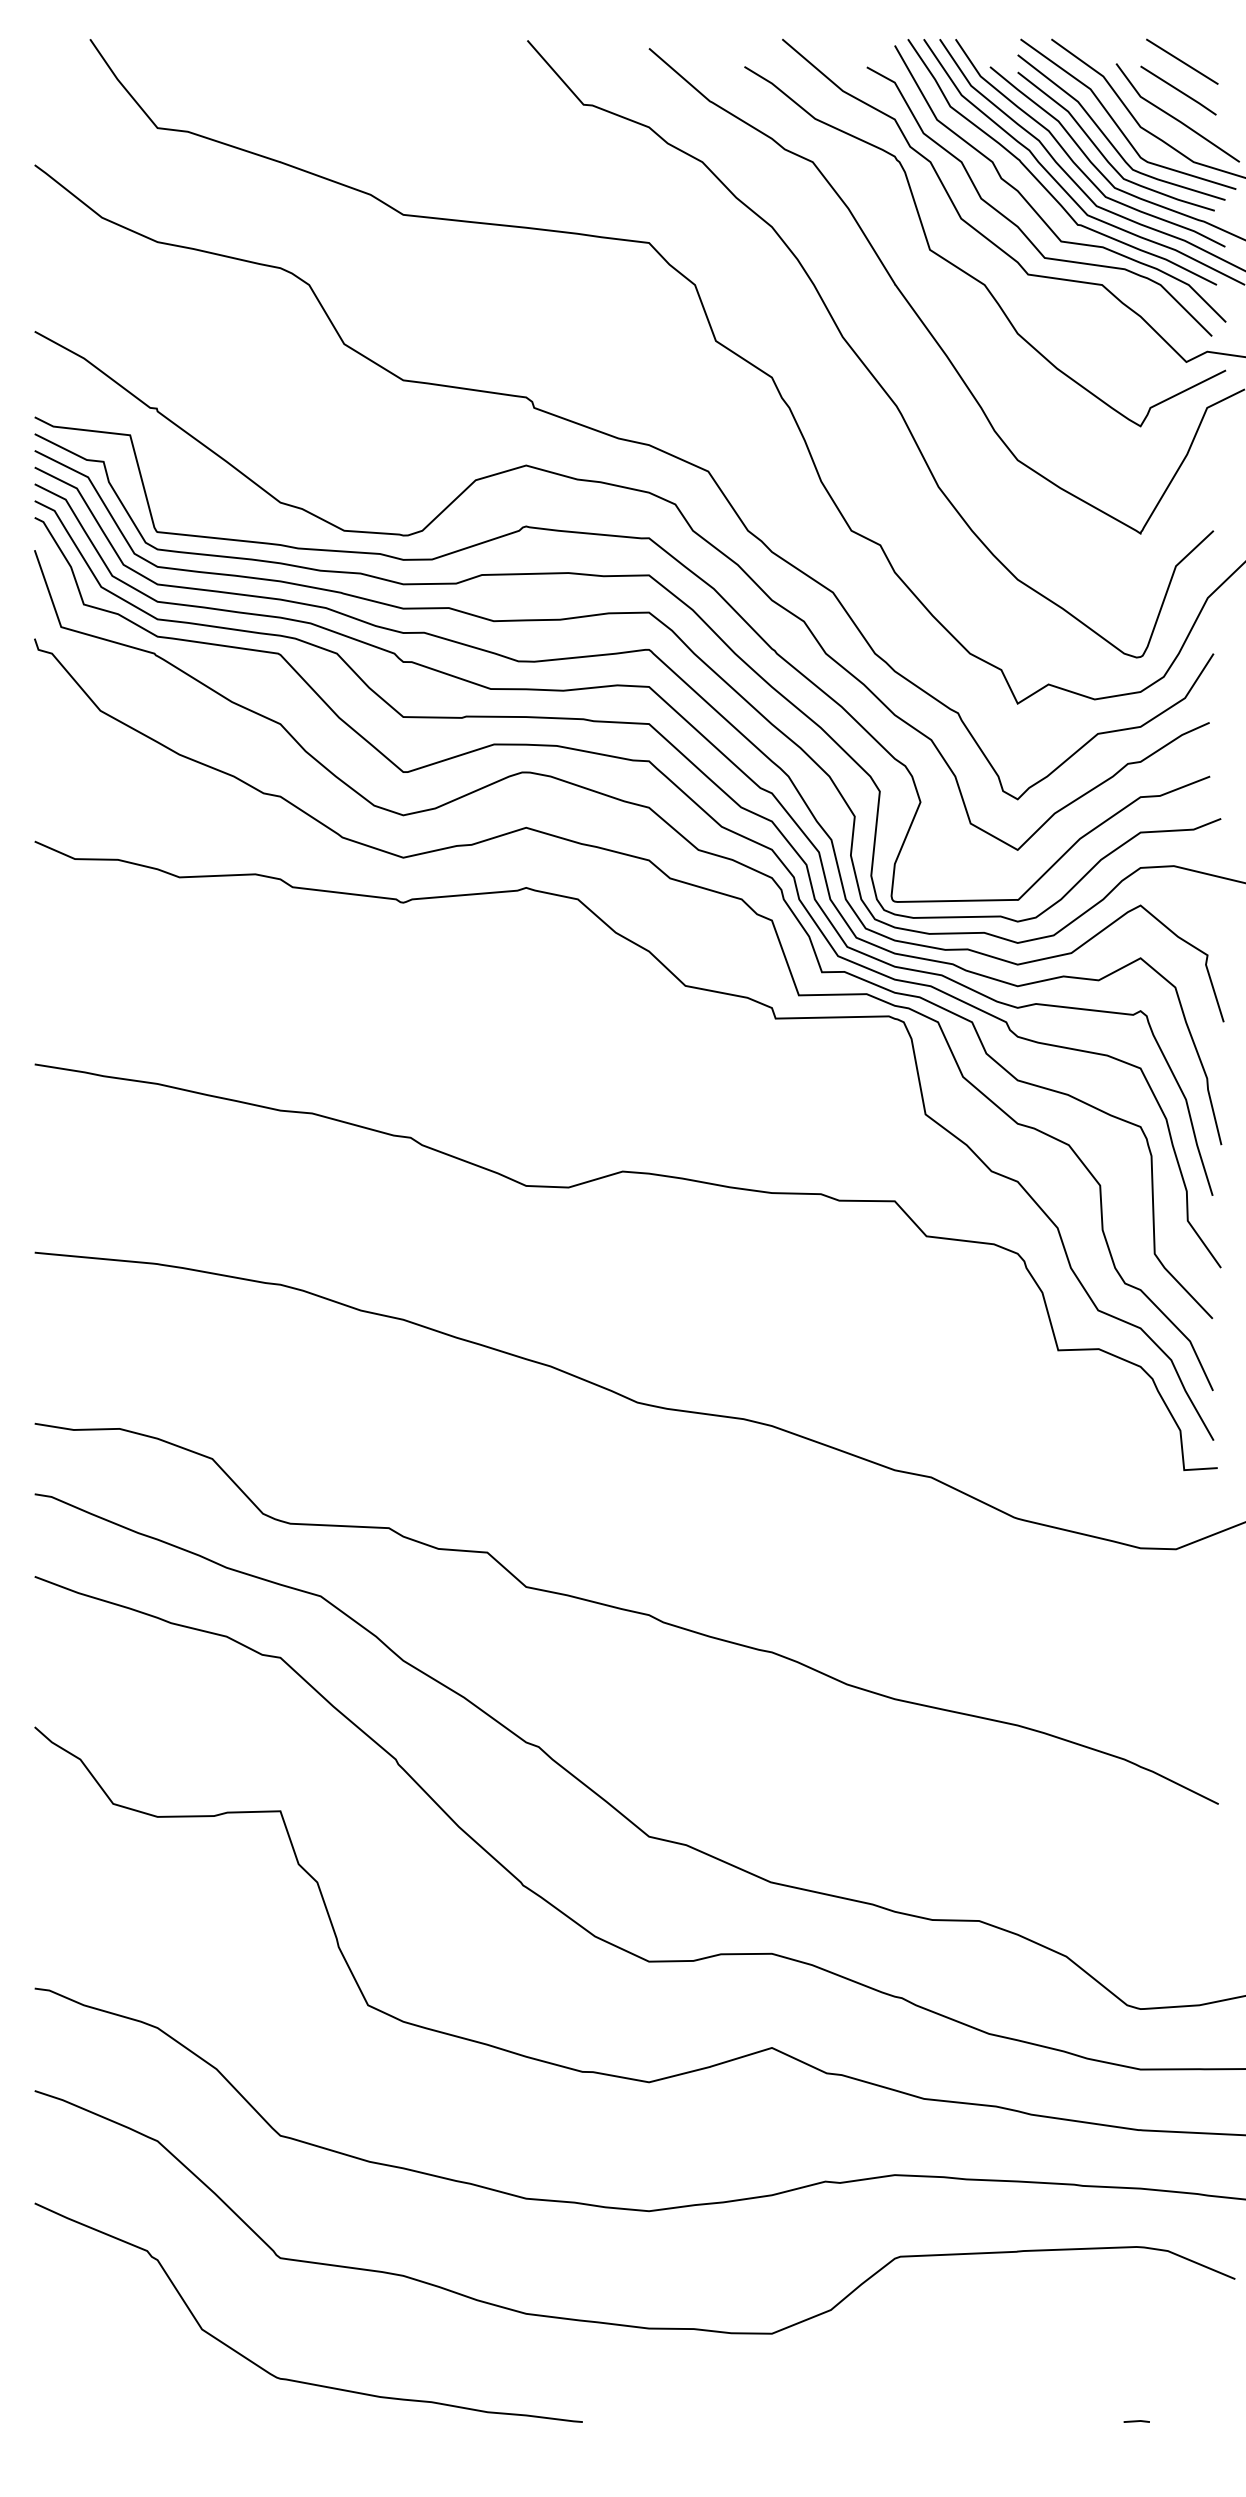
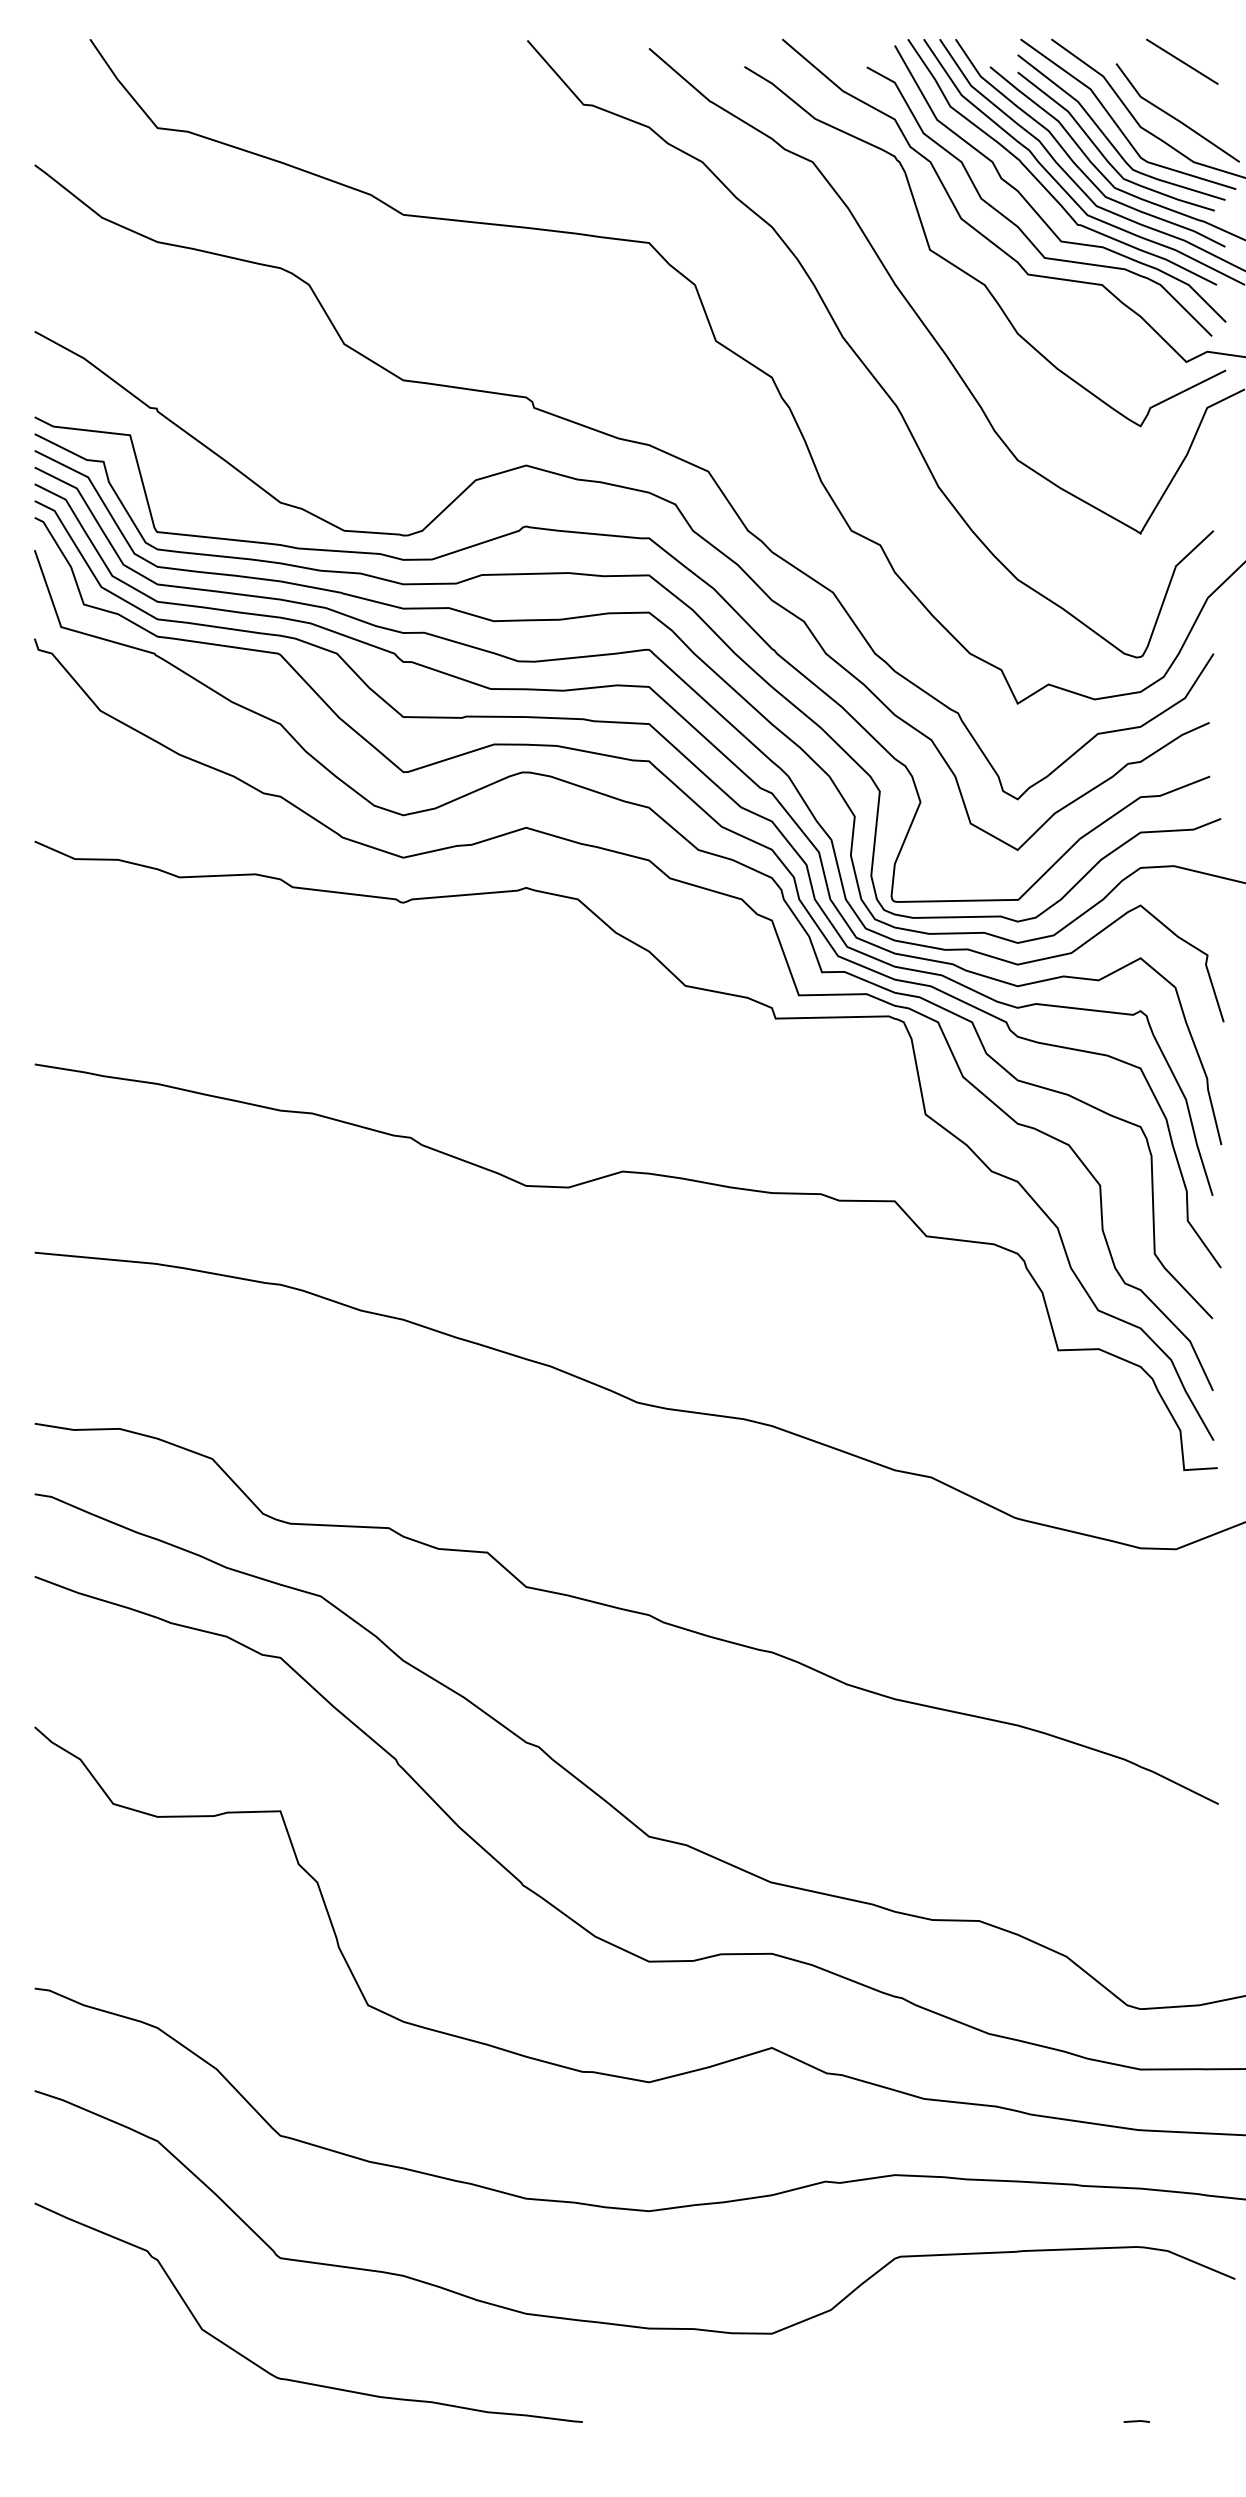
line at (1178, 90): present -> none
